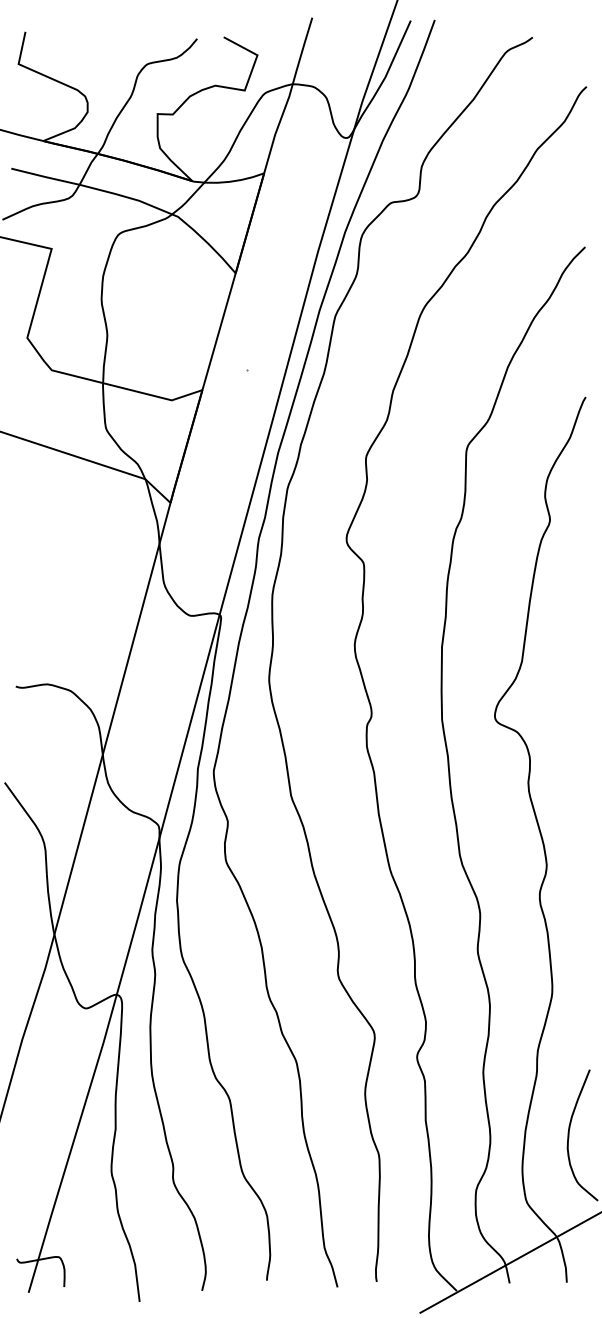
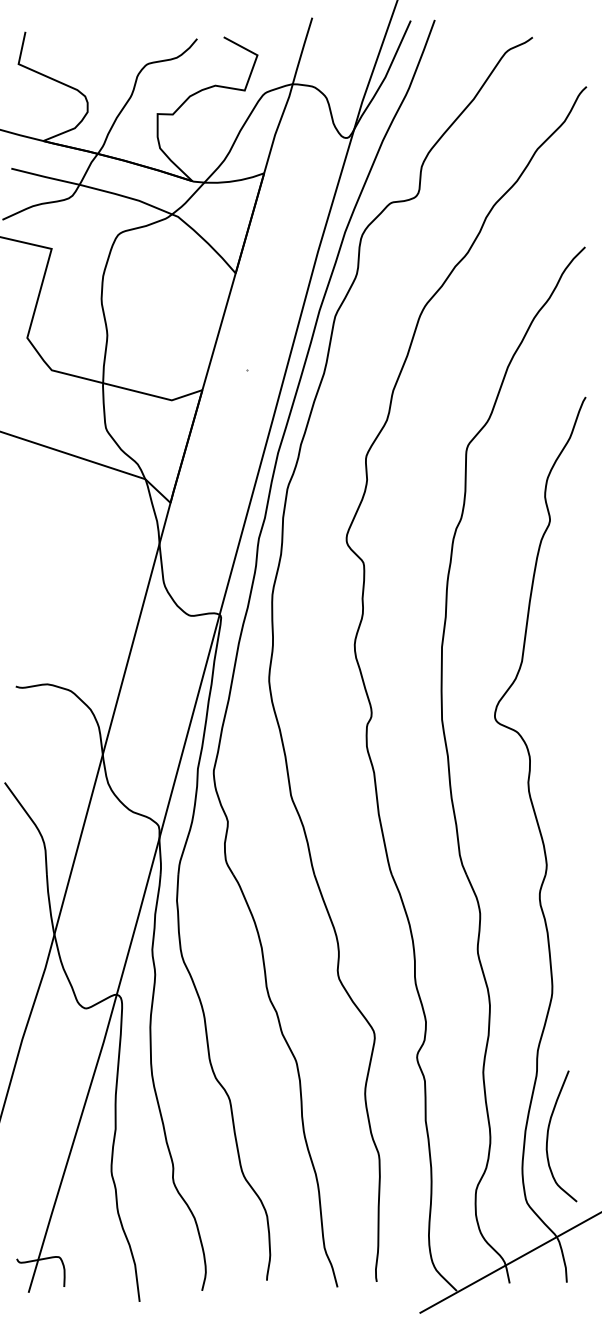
curve at (569, 1135) position: (569, 1135) -> (548, 1136)
